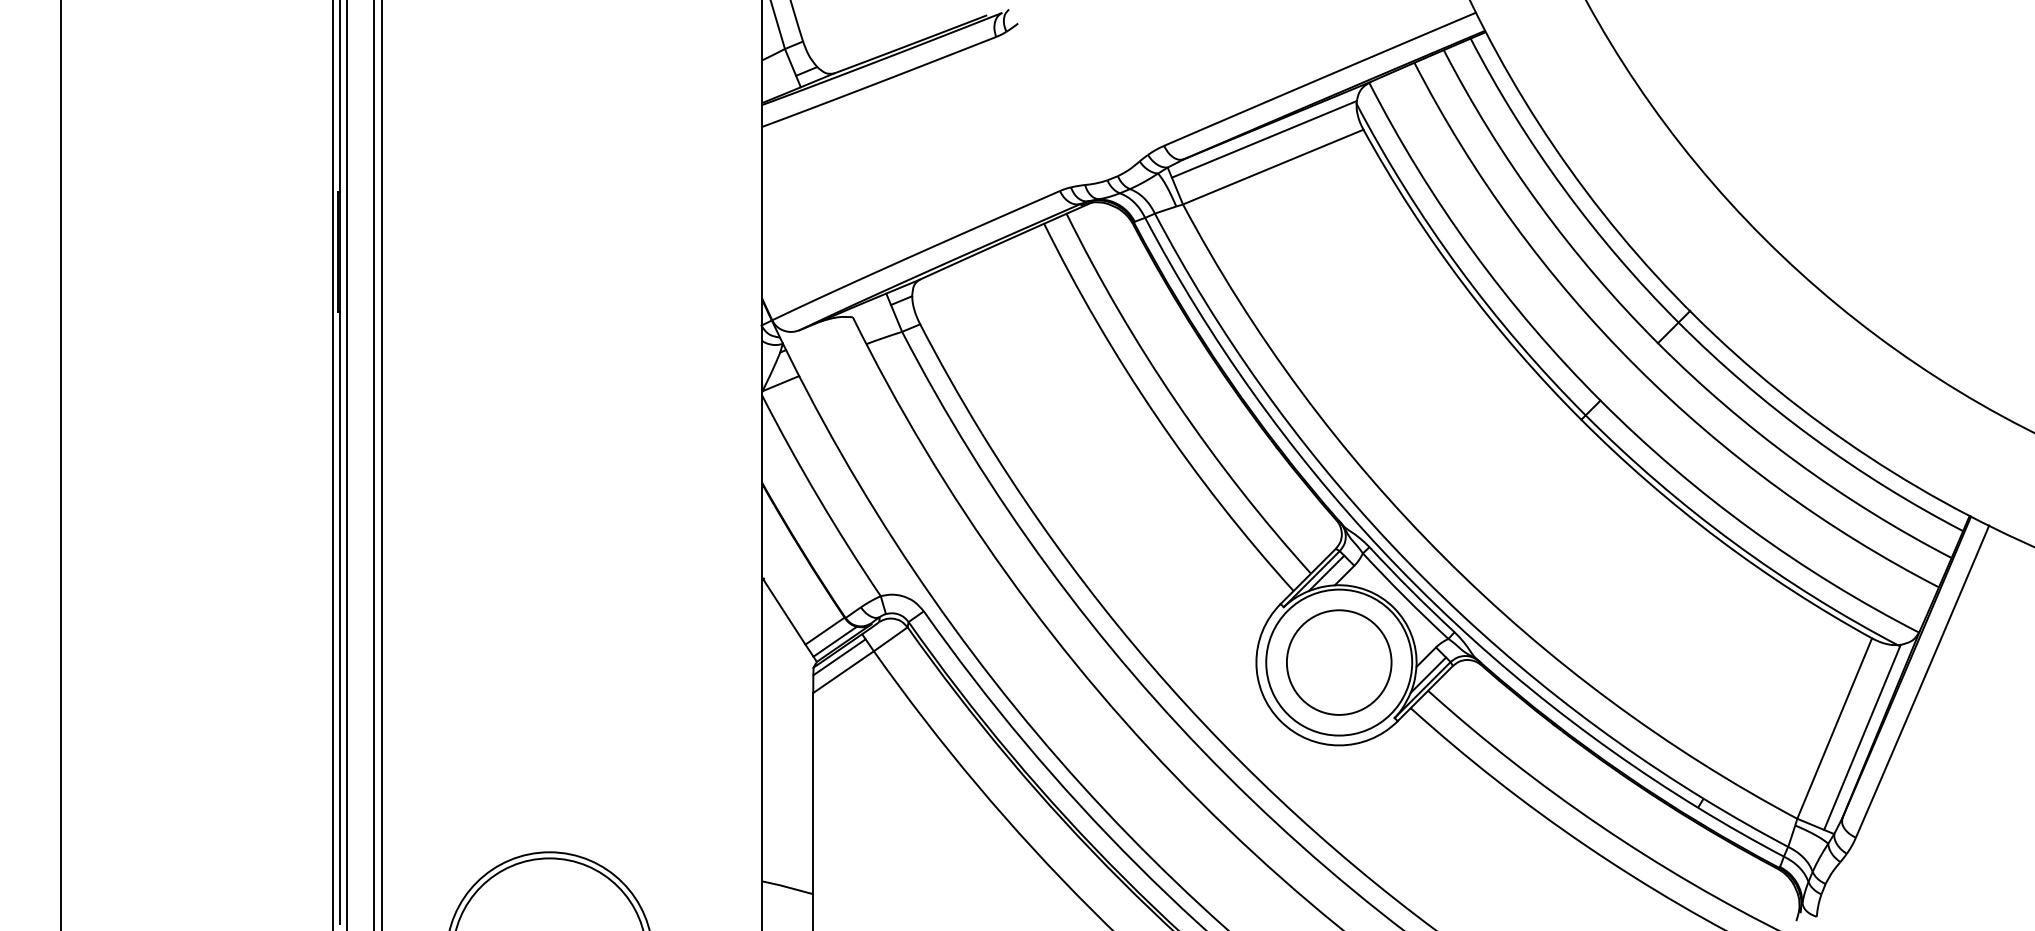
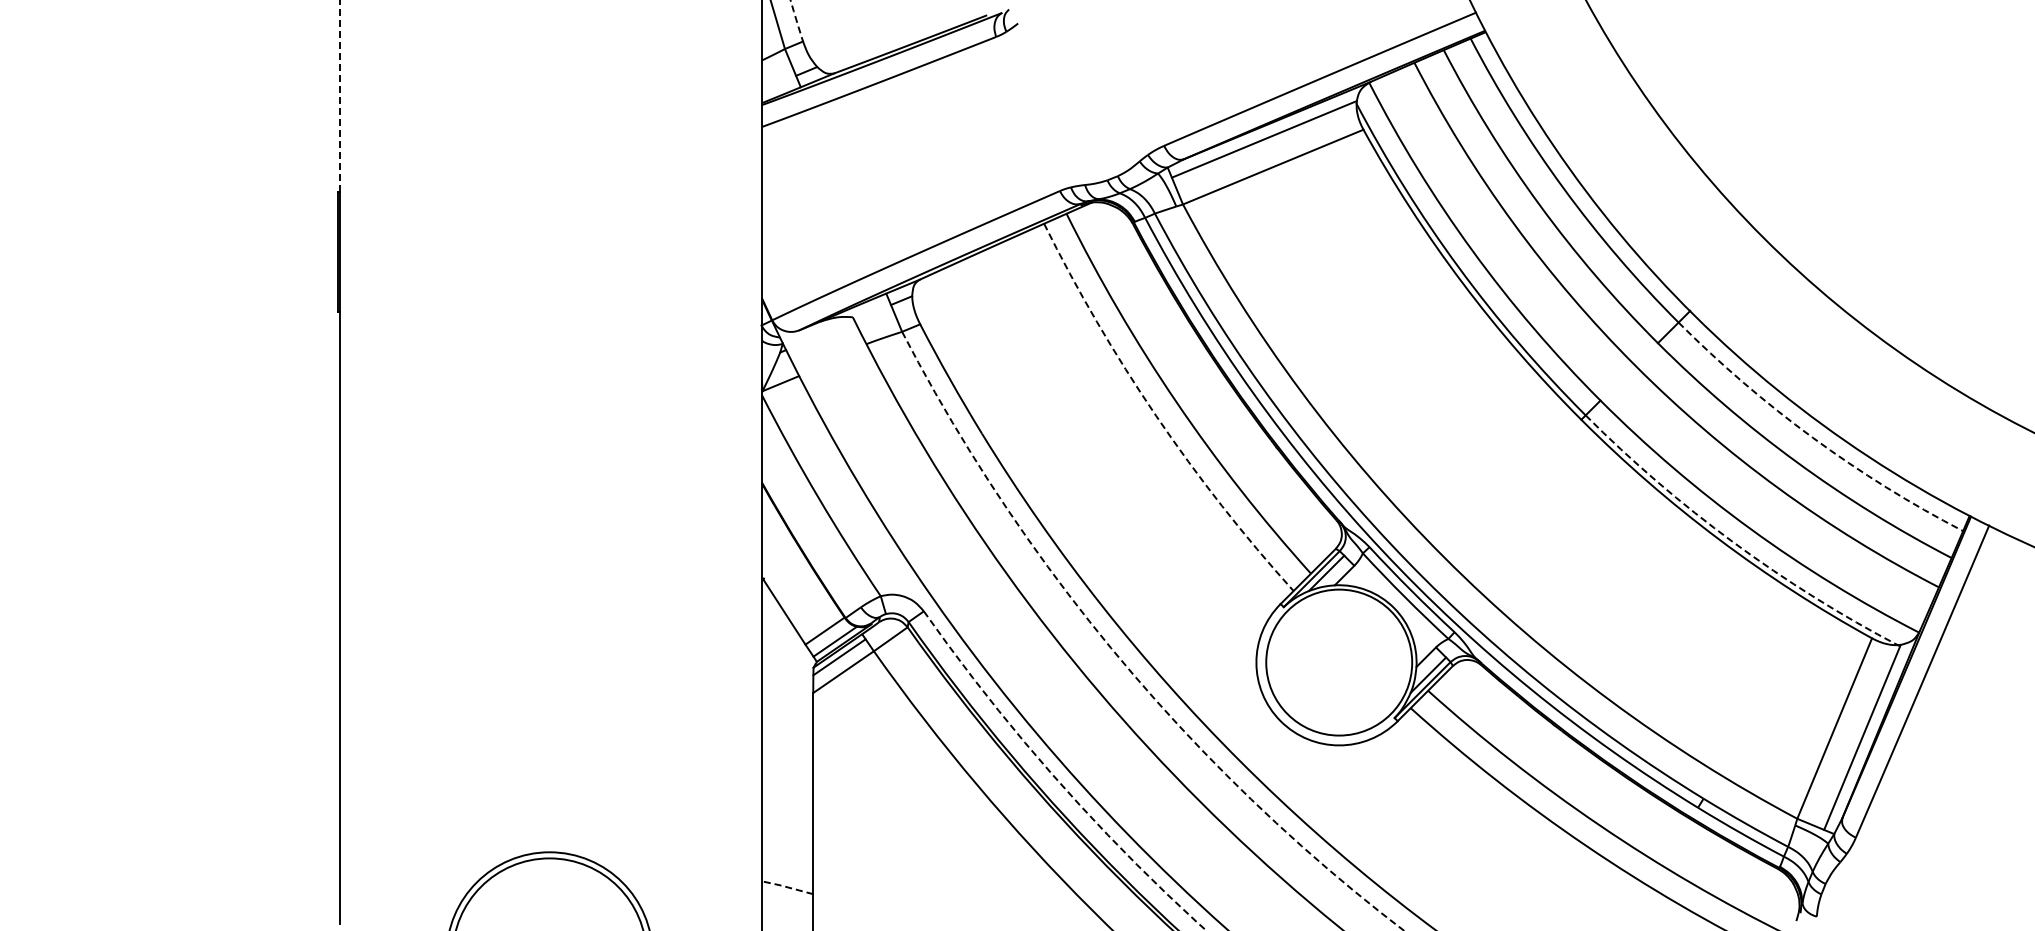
arc at (796, 20): solid -> dashed
line at (340, 96): solid -> dashed
arc at (1156, 416): solid -> dashed
arc at (1812, 437): solid -> dashed
line at (61, 464): present -> none
line at (333, 464): present -> none
line at (347, 464): present -> none
line at (374, 464): present -> none
line at (381, 464): present -> none
arc at (1733, 542): solid -> dashed
arc at (1120, 659): solid -> dashed
circle at (1339, 662): present -> none
arc at (1056, 779): solid -> dashed
line at (786, 887): solid -> dashed
